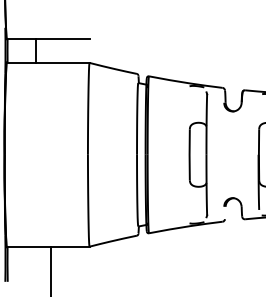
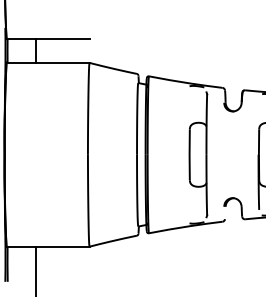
line at (51, 269) position: (51, 269) -> (36, 269)
